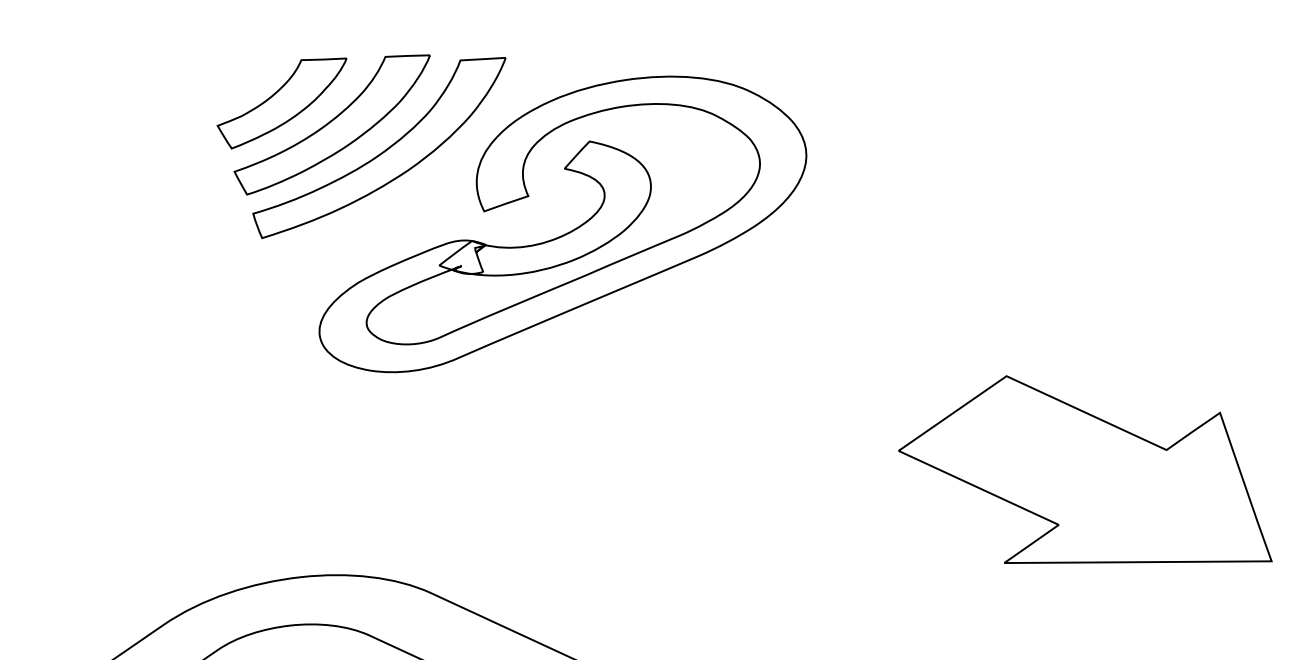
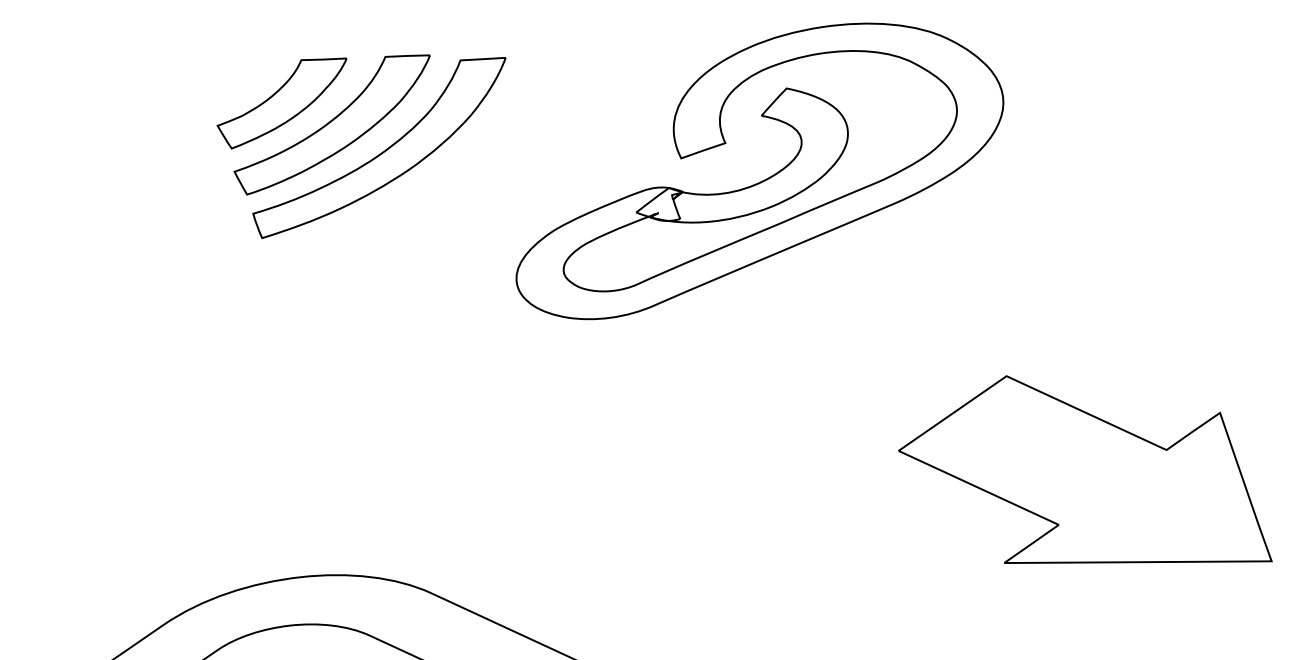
part at (567, 232) position: (567, 232) -> (764, 179)
